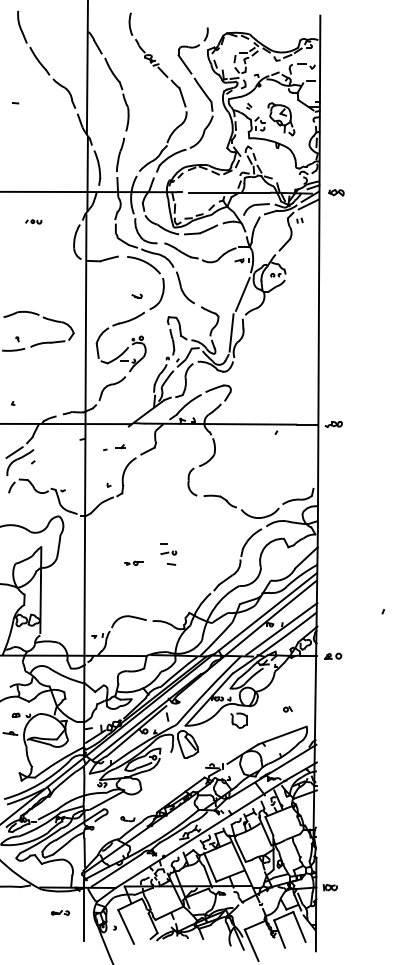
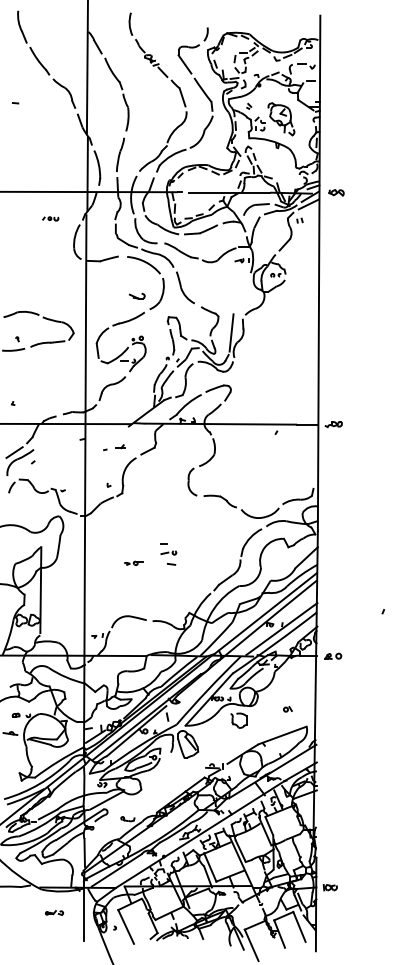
part at (33, 221) position: (33, 221) -> (50, 218)
line at (242, 294): present -> none
part at (136, 295) size: 12x6 px -> 17x8 px
part at (60, 912) position: (60, 912) -> (54, 912)
